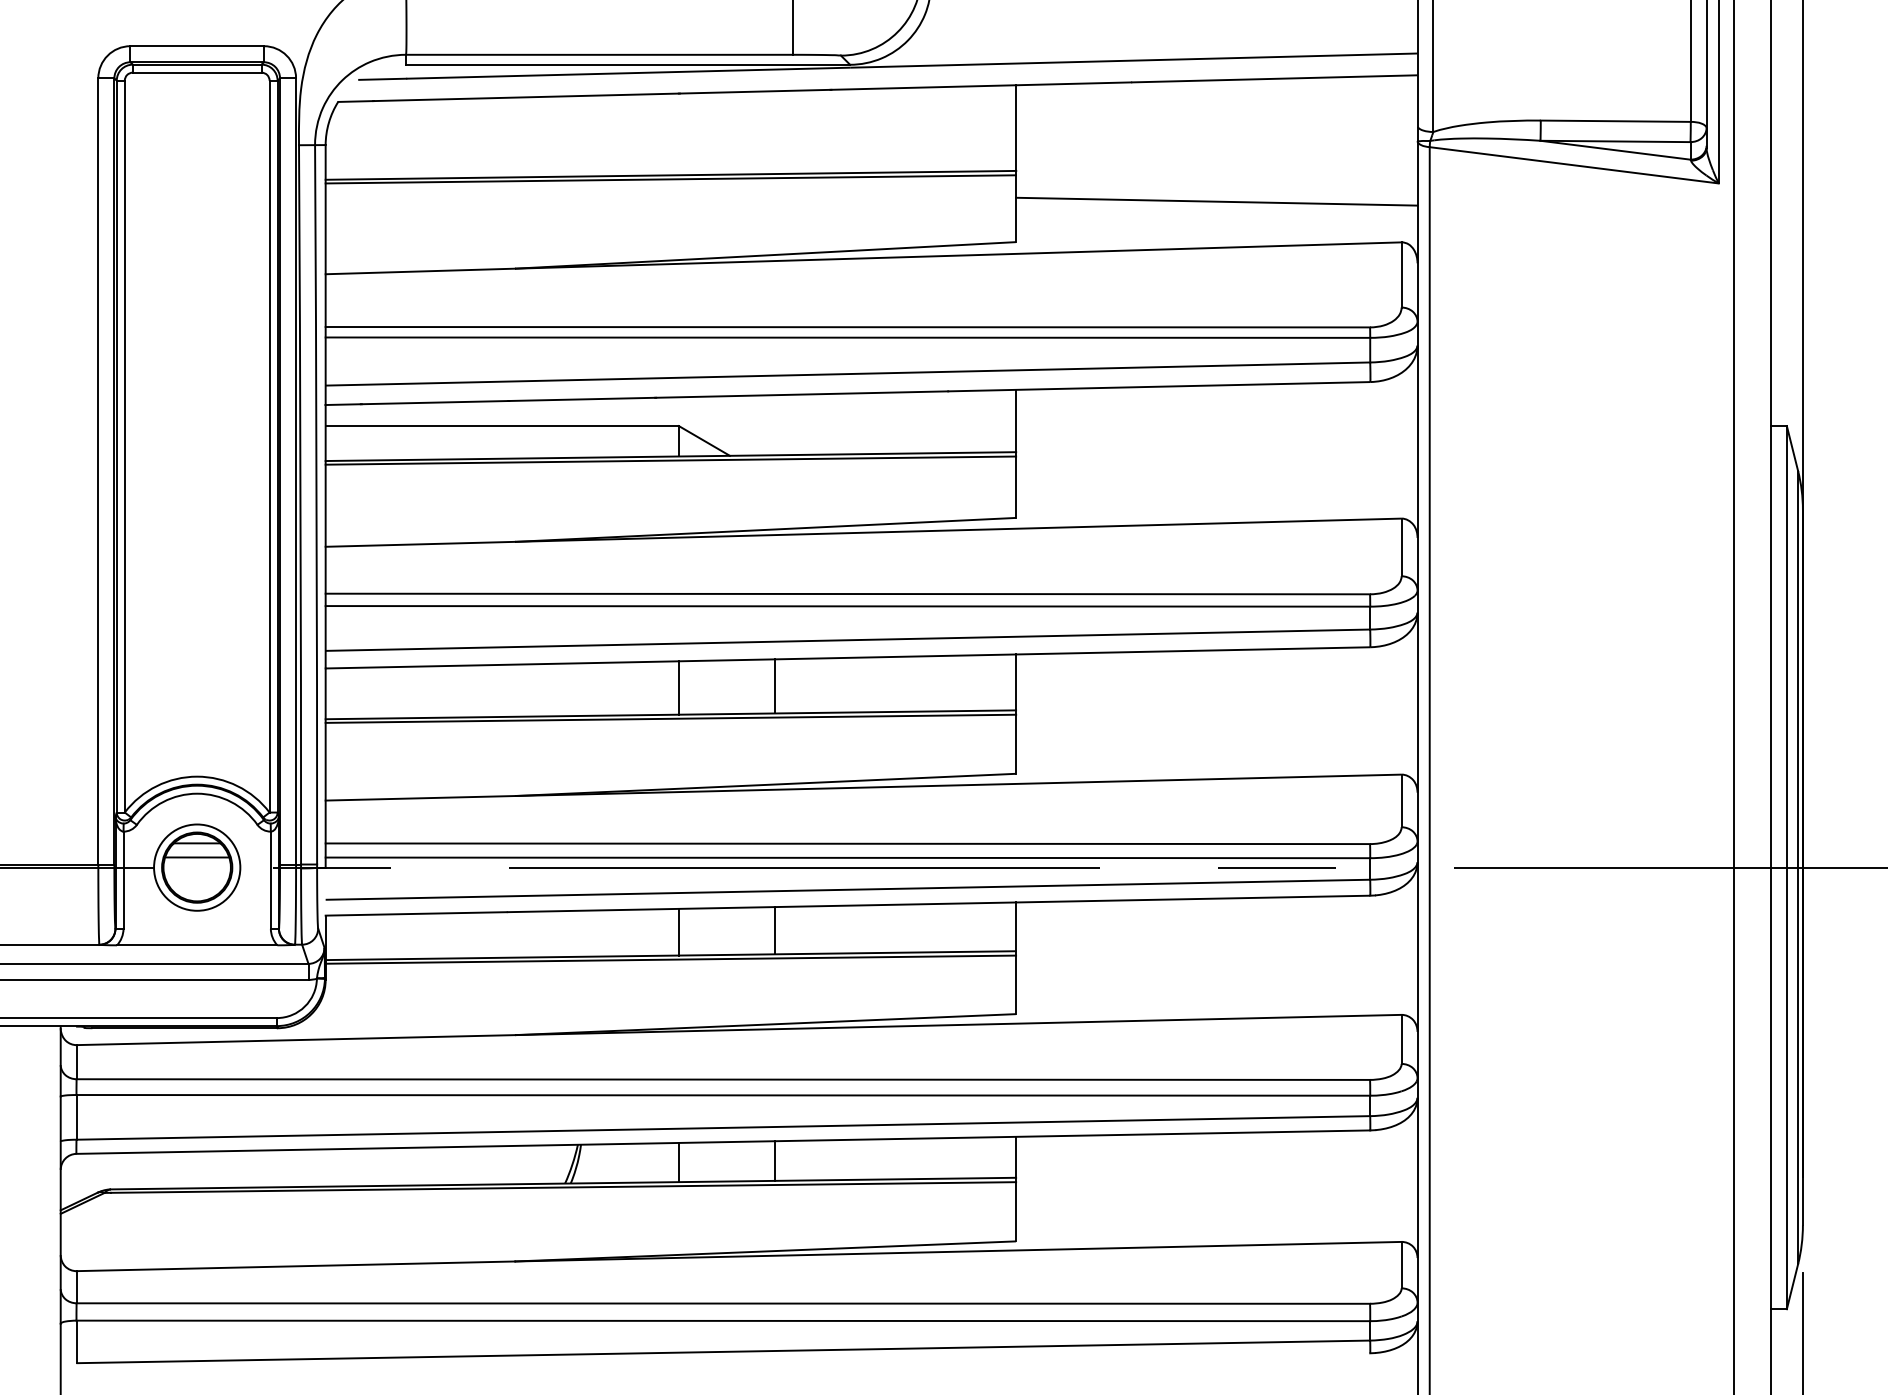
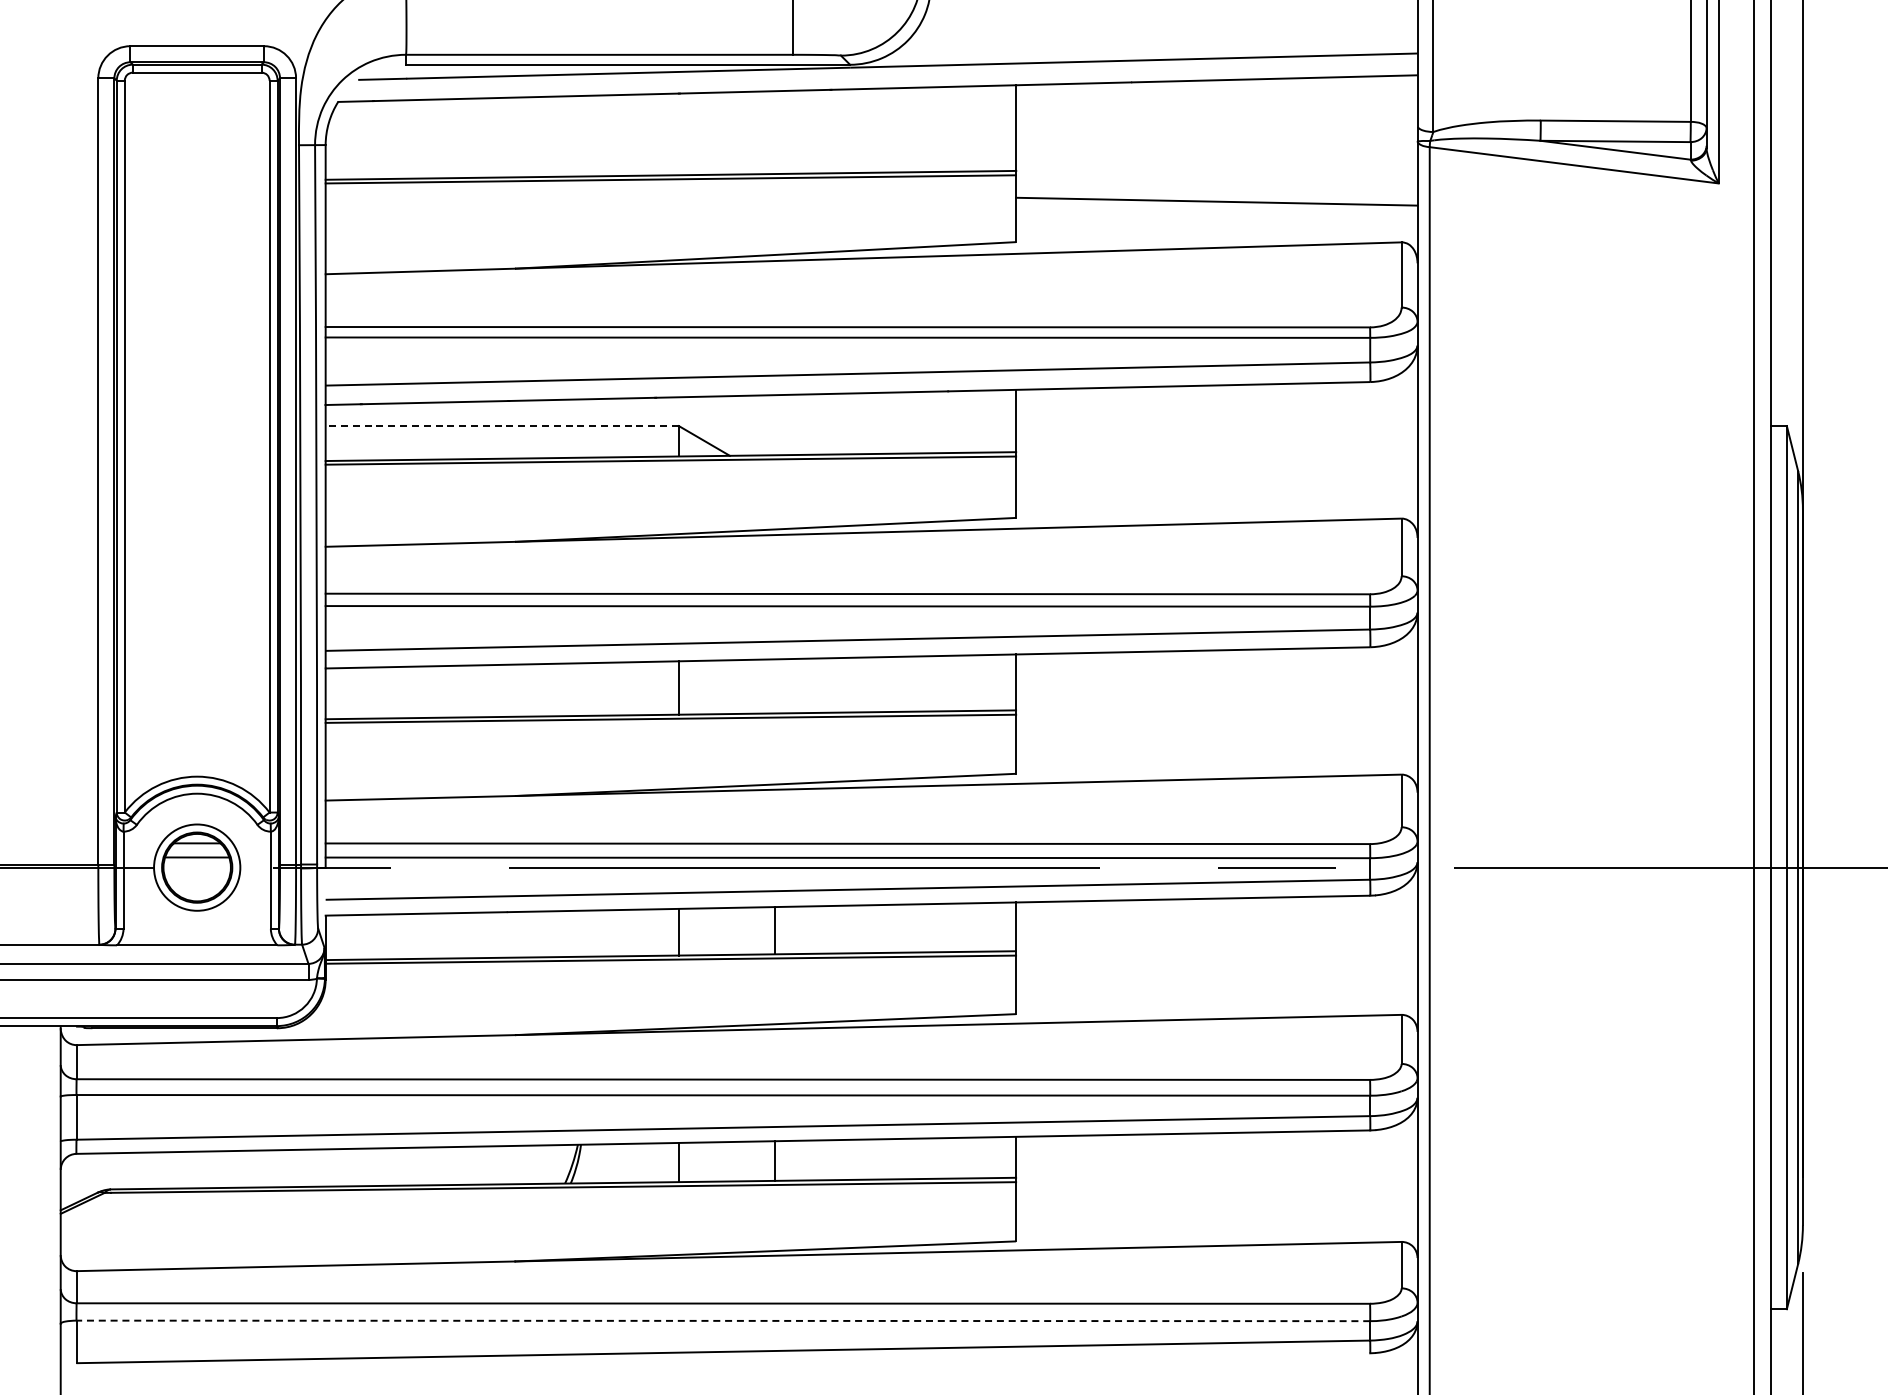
line at (502, 426): solid -> dashed
line at (775, 686): present -> none
line at (1734, 696) position: (1734, 696) -> (1754, 696)
line at (723, 1320): solid -> dashed
